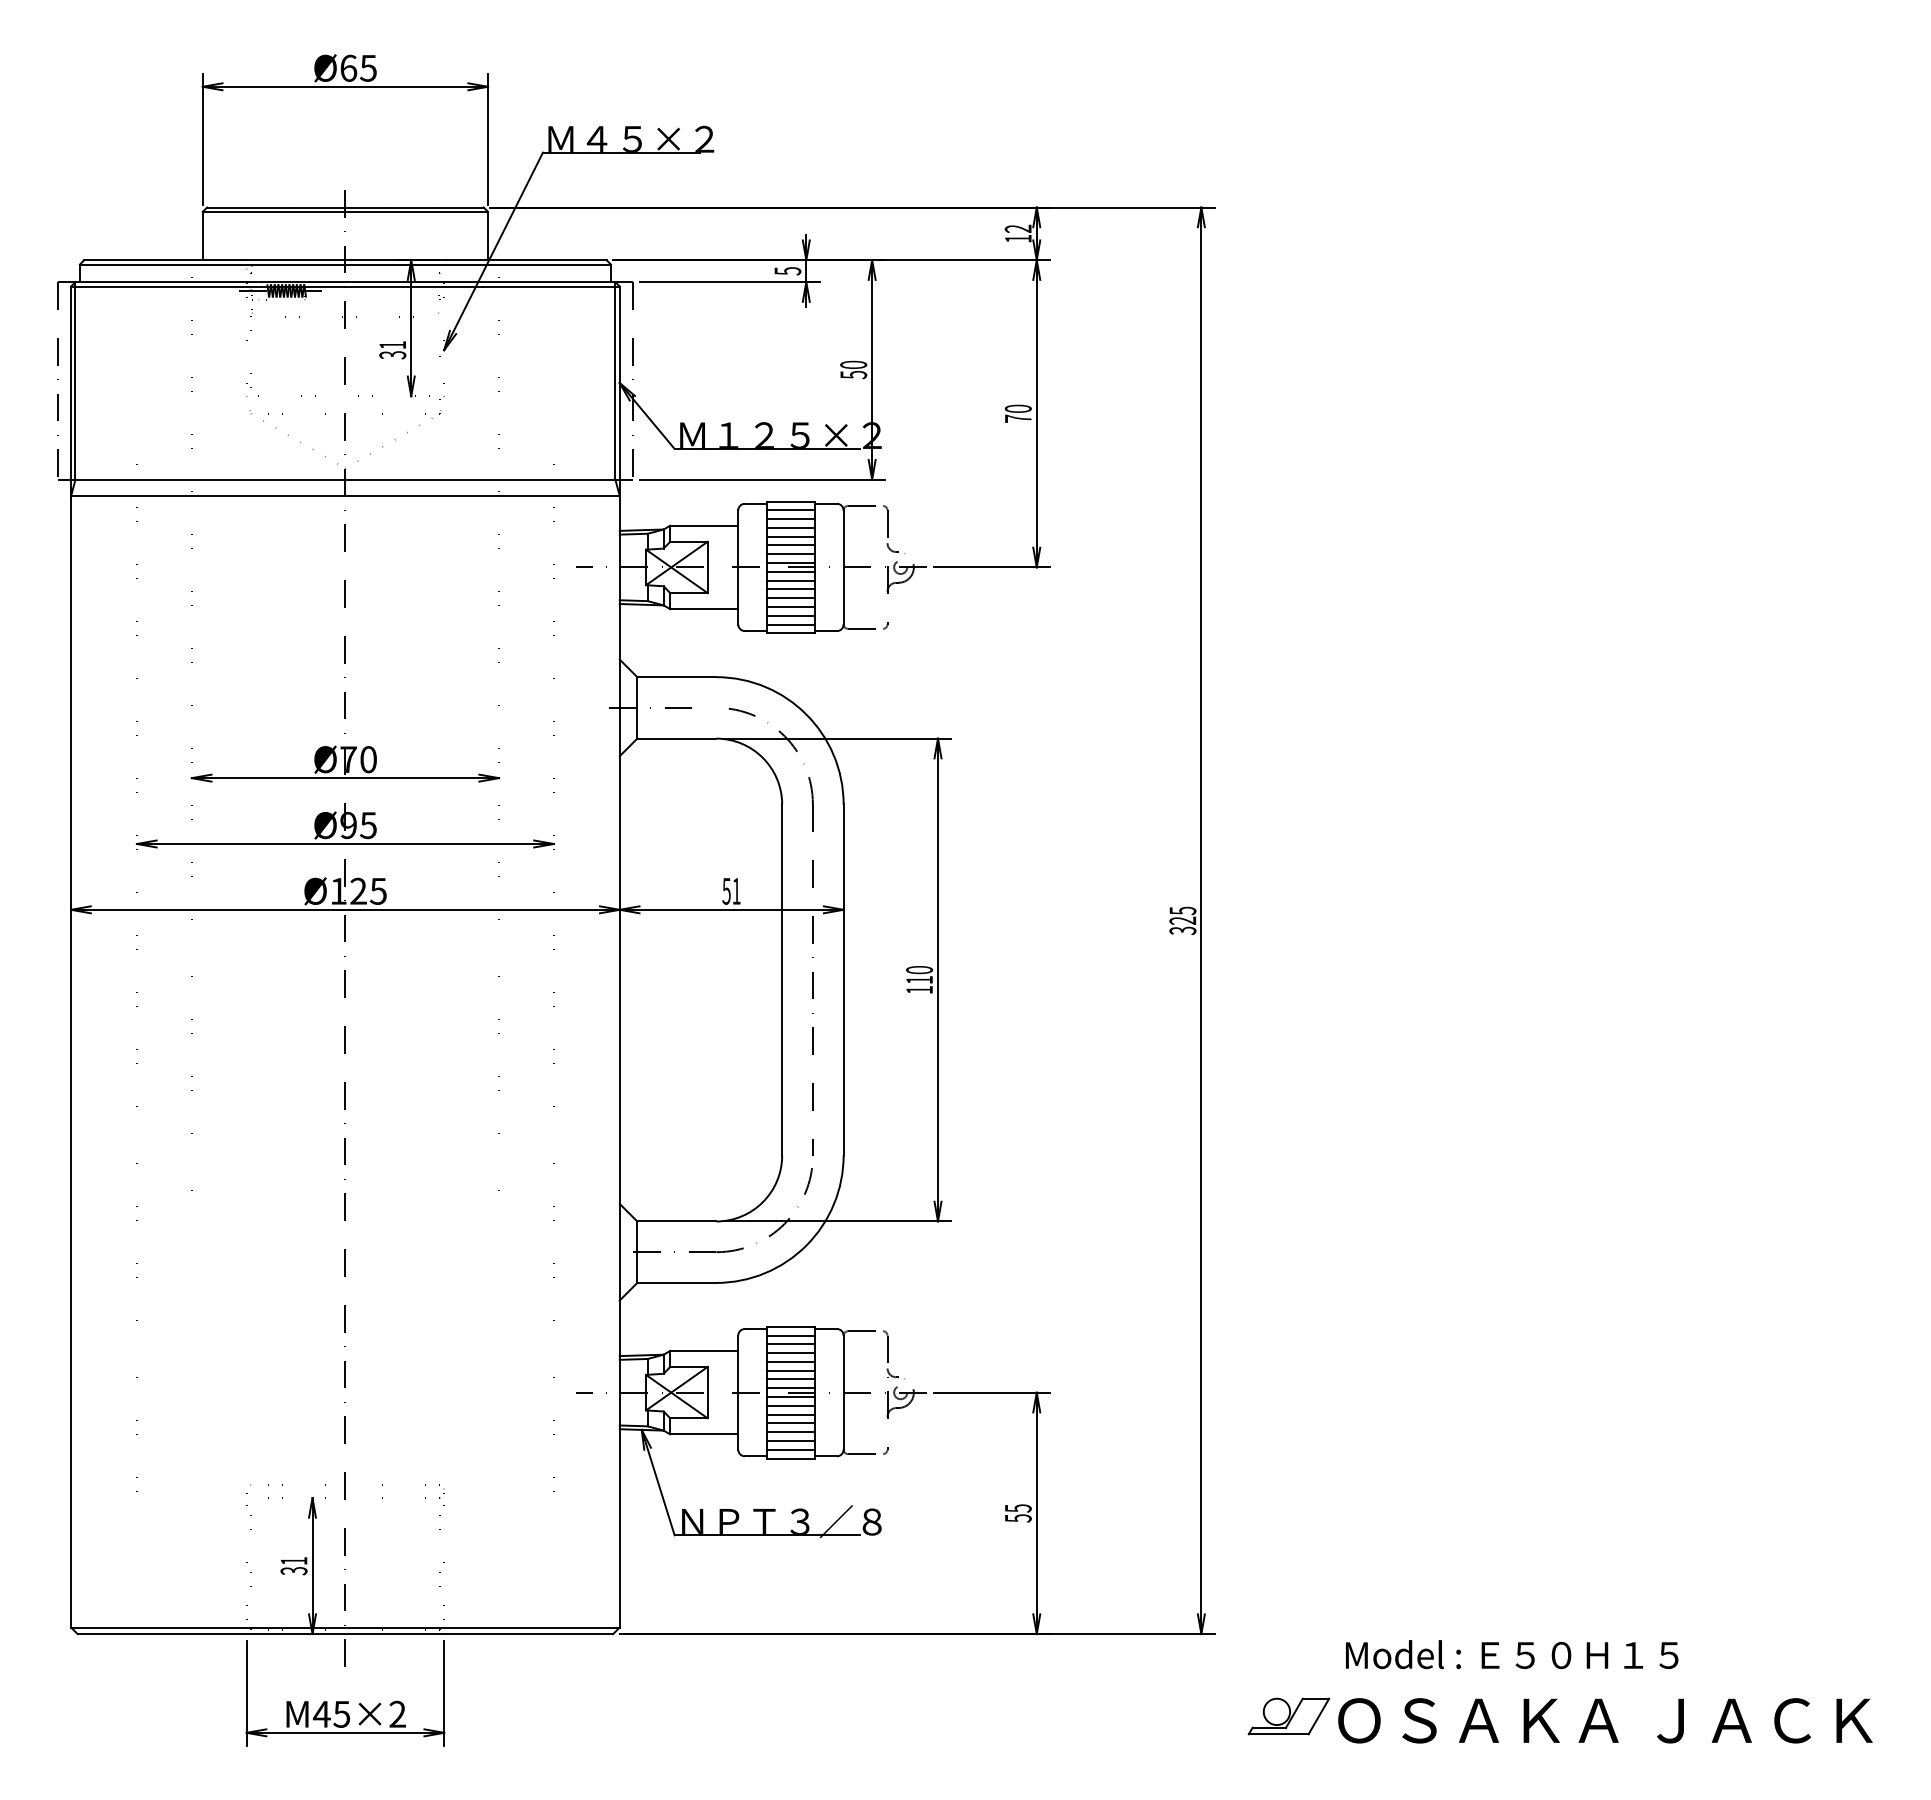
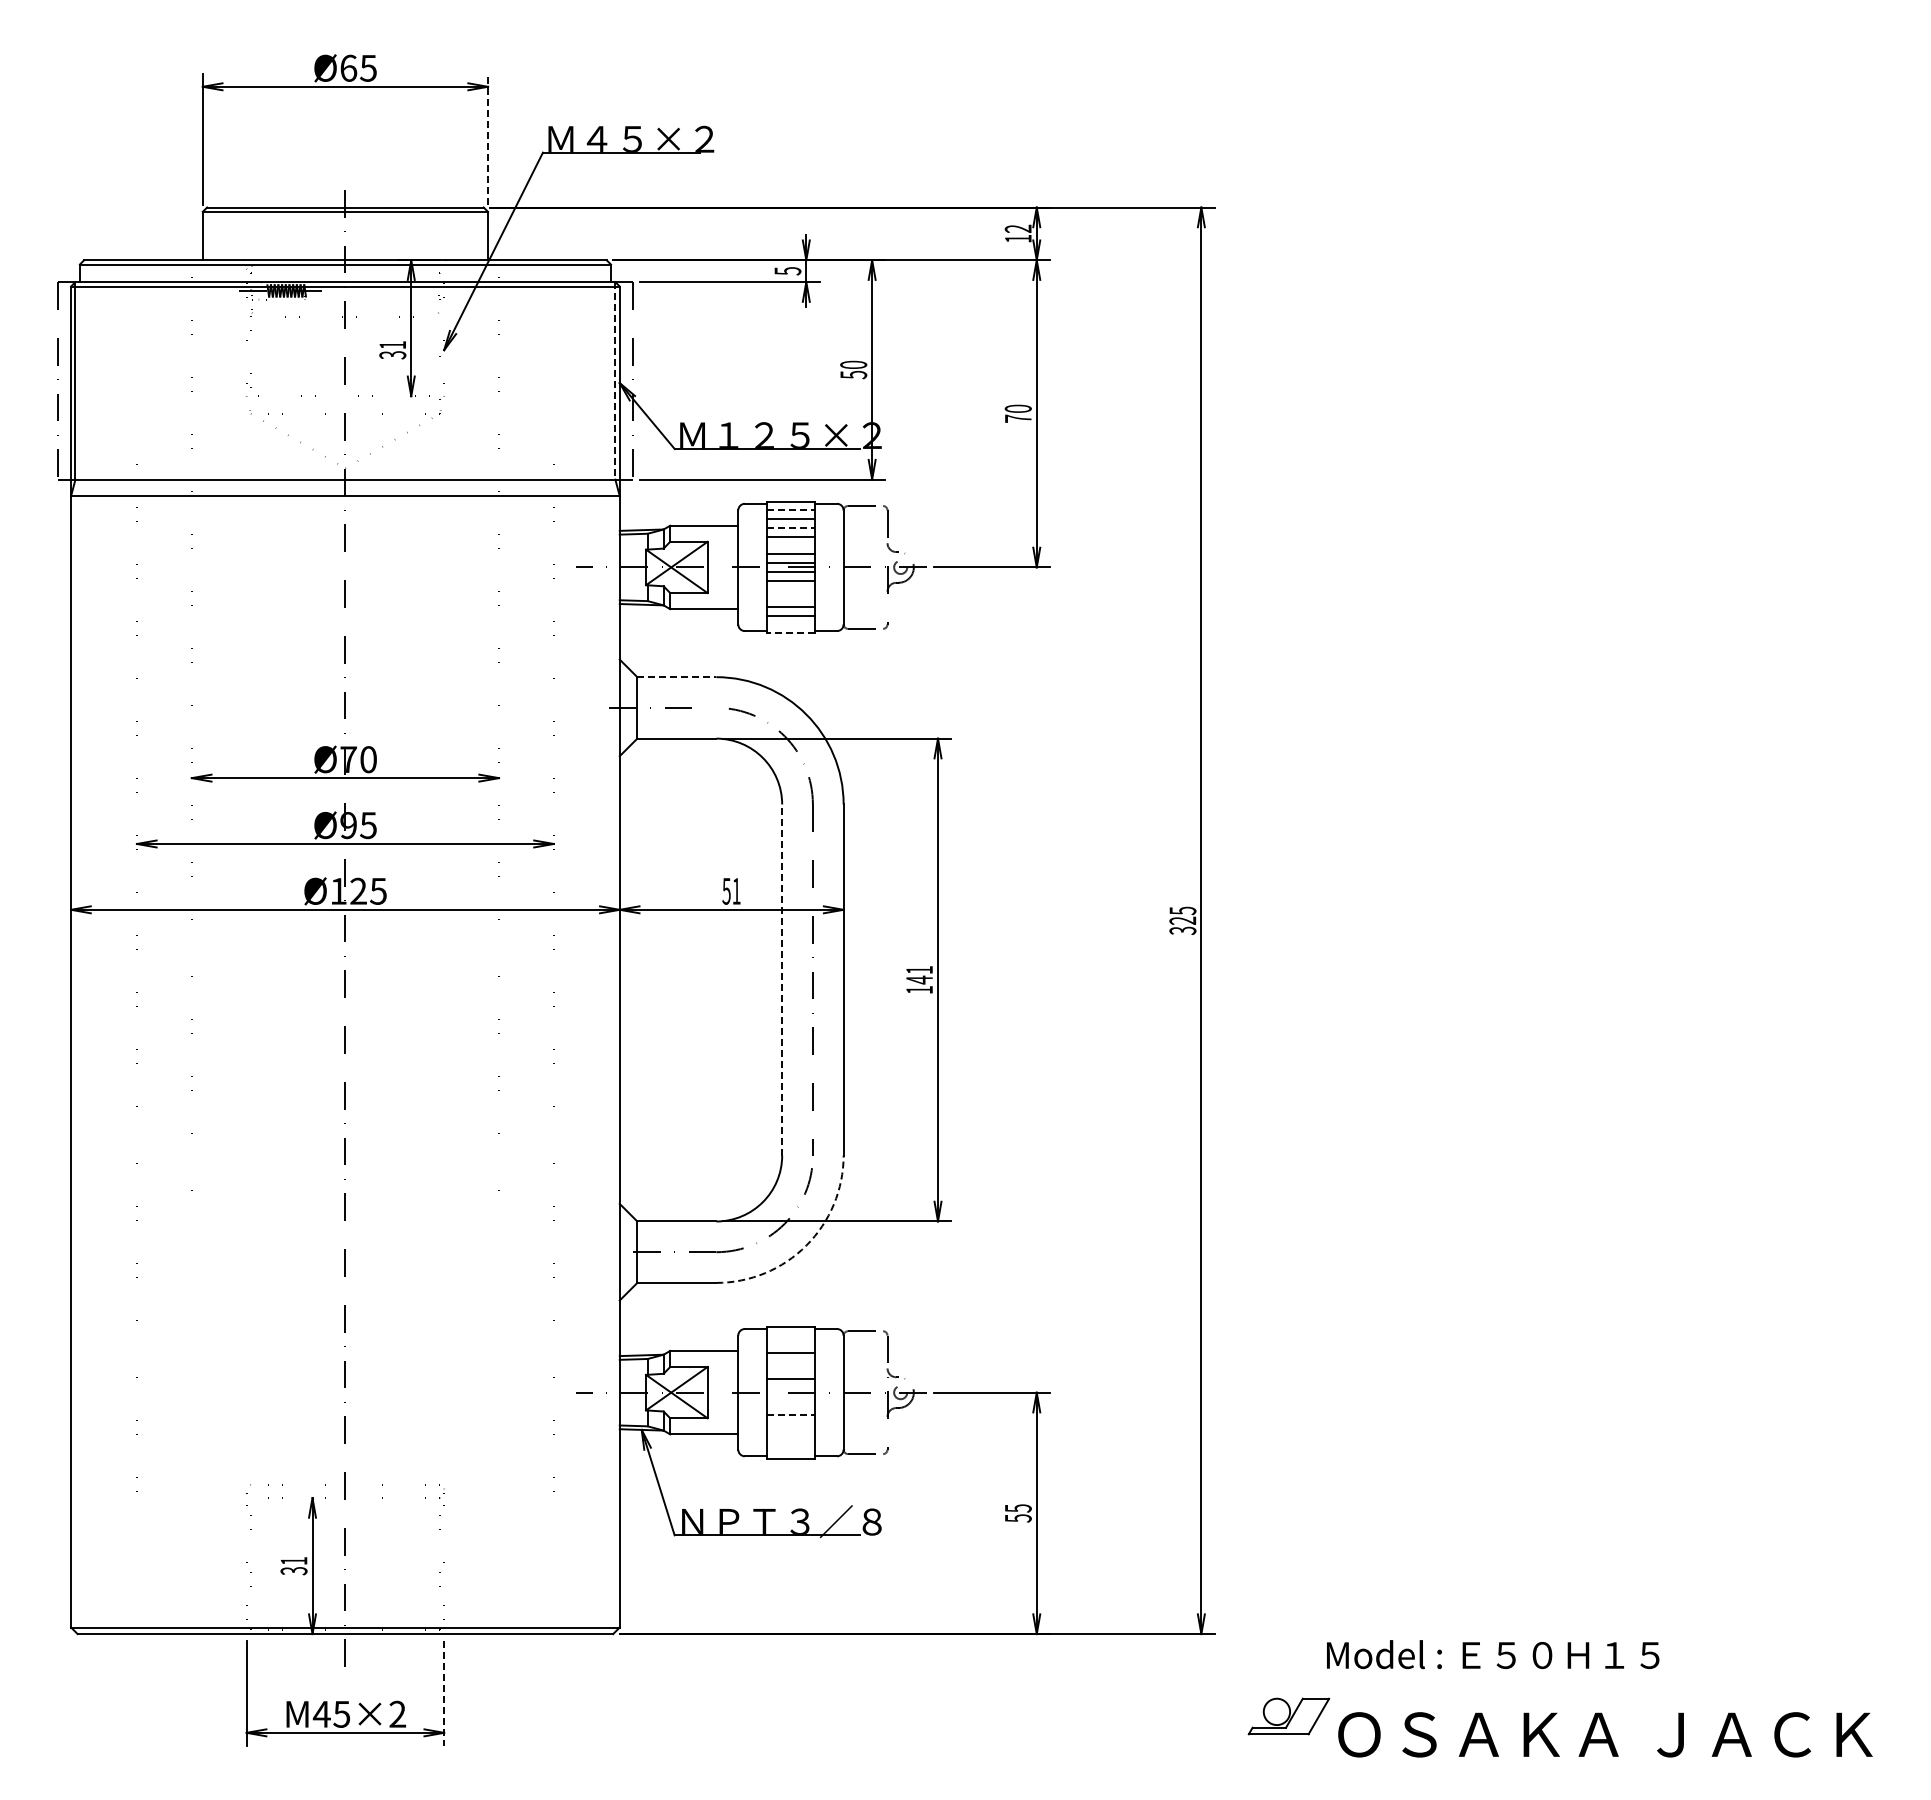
line at (488, 139): solid -> dashed
line at (615, 380): solid -> dashed
line at (791, 510): solid -> dashed
line at (791, 527): solid -> dashed
line at (790, 545): present -> none
line at (790, 589): present -> none
line at (790, 598): present -> none
line at (790, 624): present -> none
line at (790, 633): solid -> dashed
line at (676, 677): solid -> dashed
text at (919, 975): 110 -> 141
line at (782, 980): solid -> dashed
arc at (806, 1245): solid -> dashed
line at (790, 1335): present -> none
line at (790, 1344): present -> none
line at (790, 1361): present -> none
line at (790, 1370): present -> none
line at (790, 1388): present -> none
line at (790, 1397): present -> none
line at (790, 1405): present -> none
line at (791, 1414): solid -> dashed
line at (790, 1423): present -> none
line at (790, 1432): present -> none
line at (790, 1440): present -> none
line at (790, 1449): present -> none
text at (1512, 1654) position: (1512, 1654) -> (1493, 1654)
line at (444, 1693): solid -> dashed
text at (1605, 1720) position: (1605, 1720) -> (1605, 1734)
